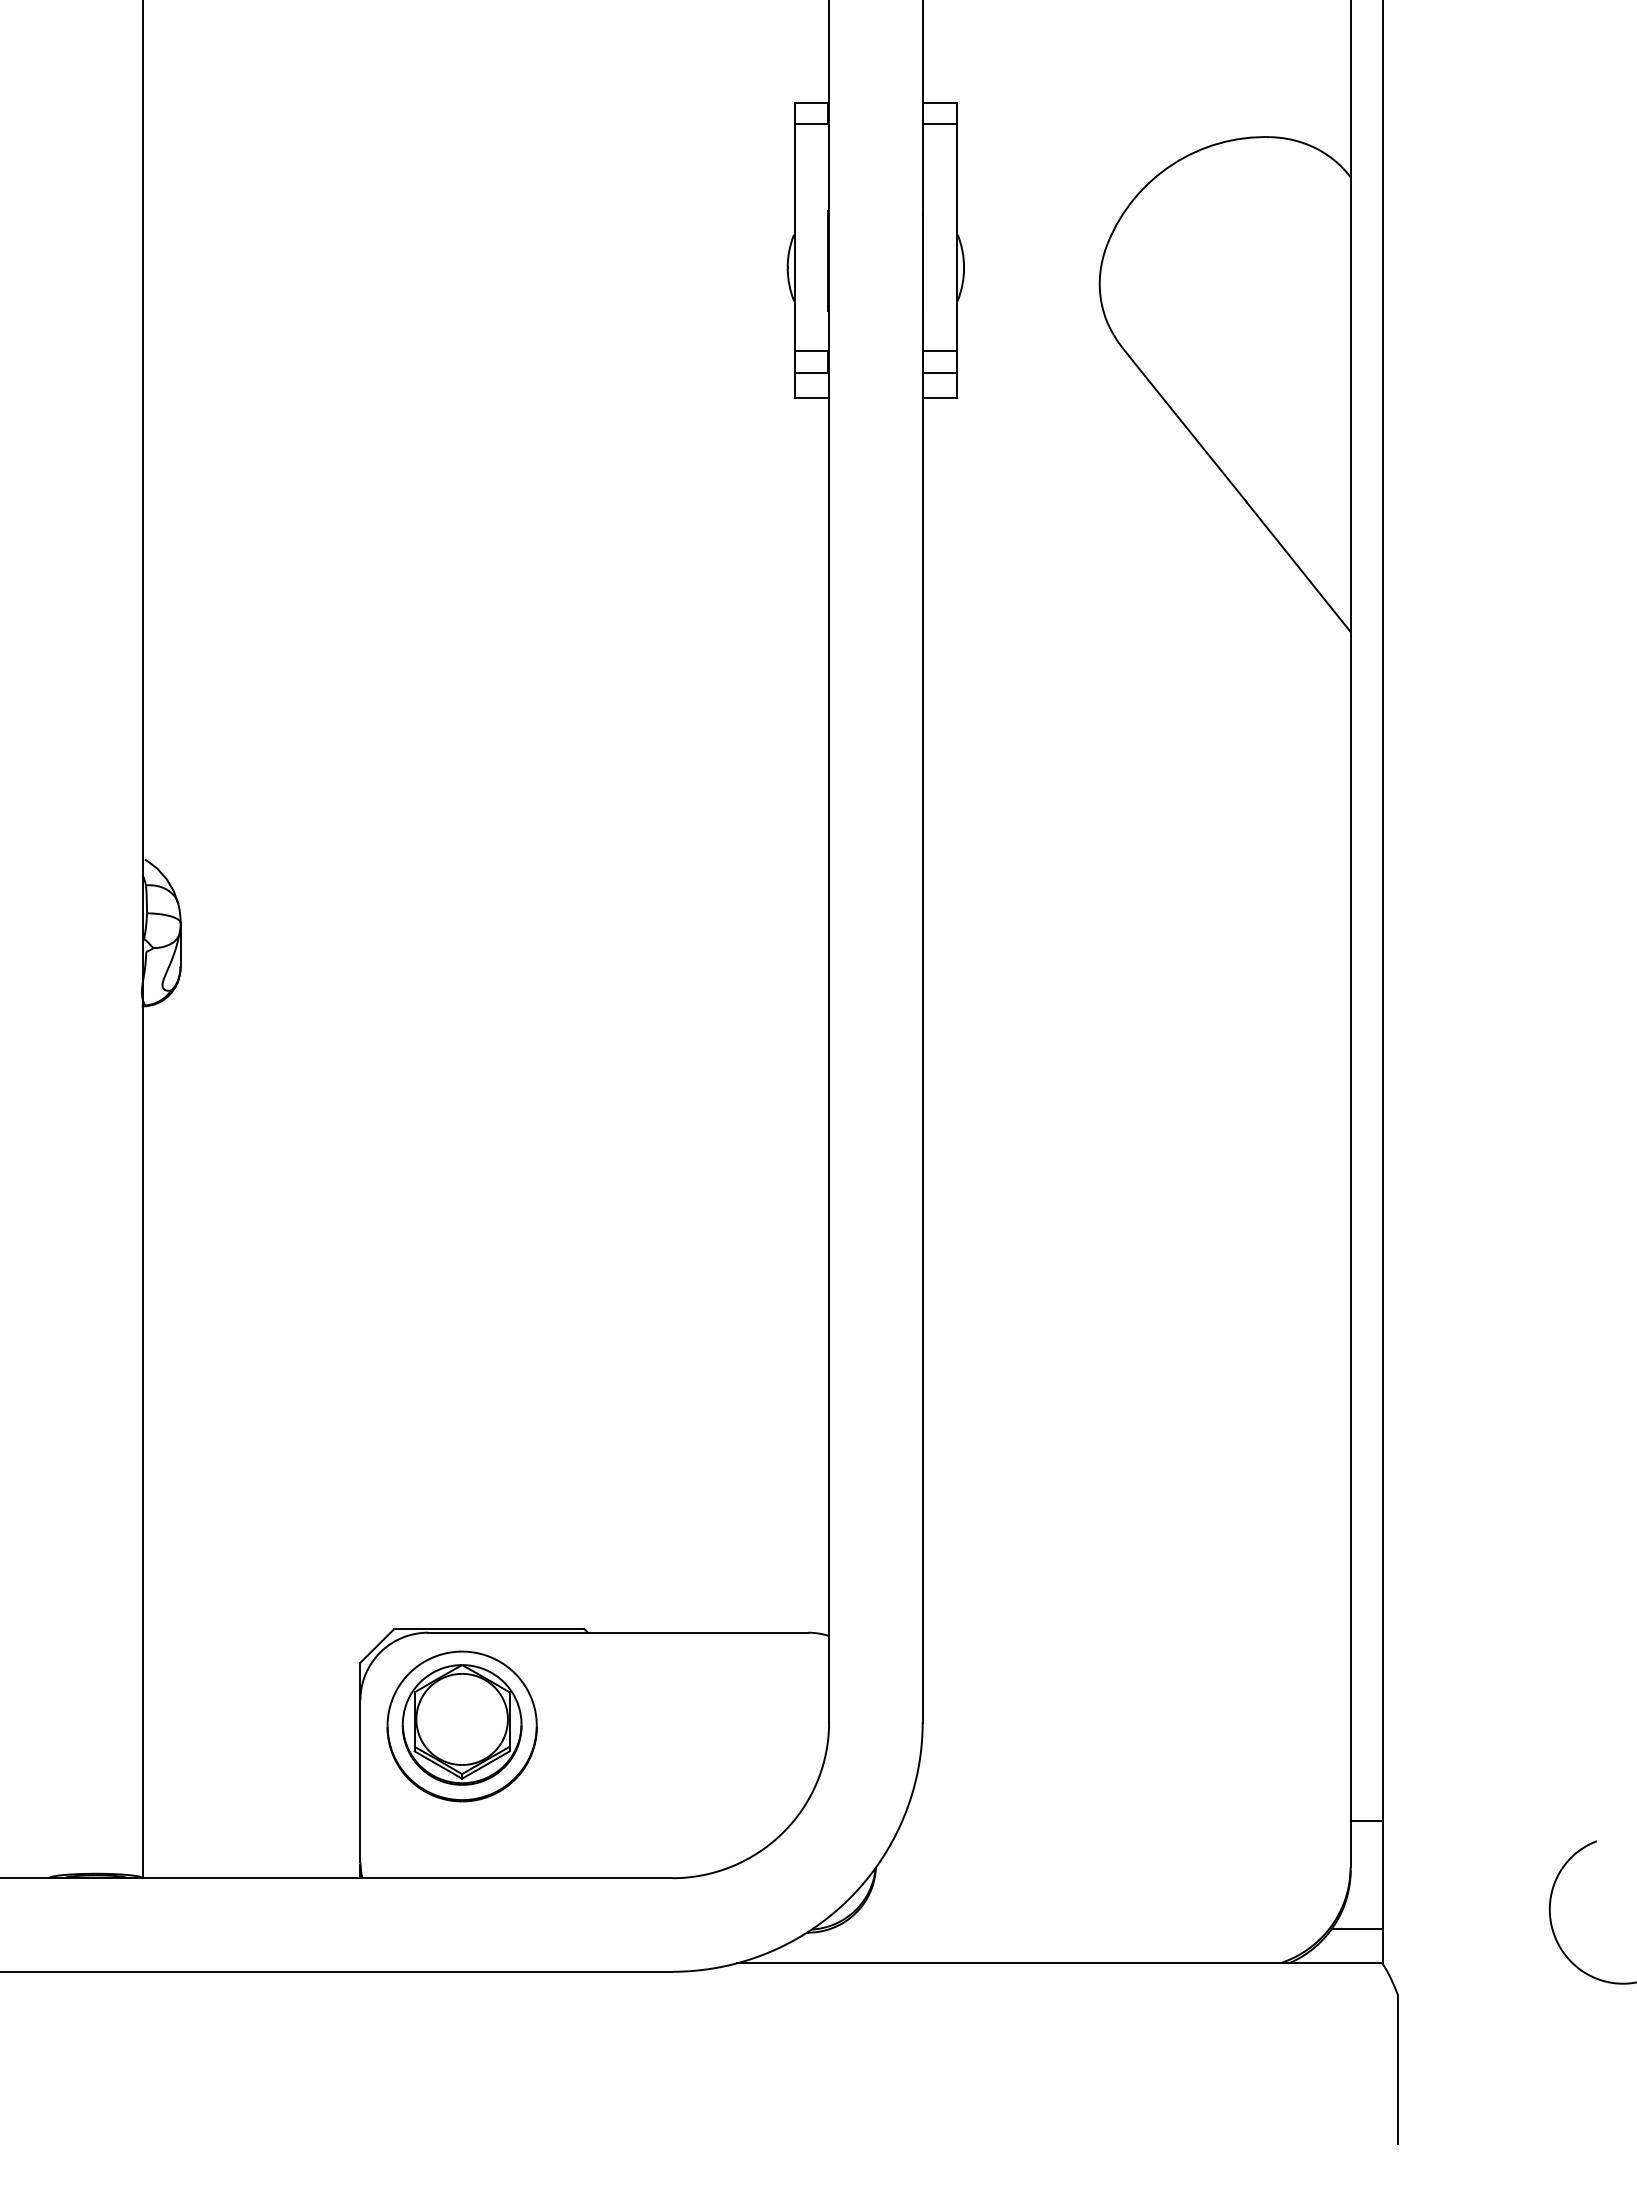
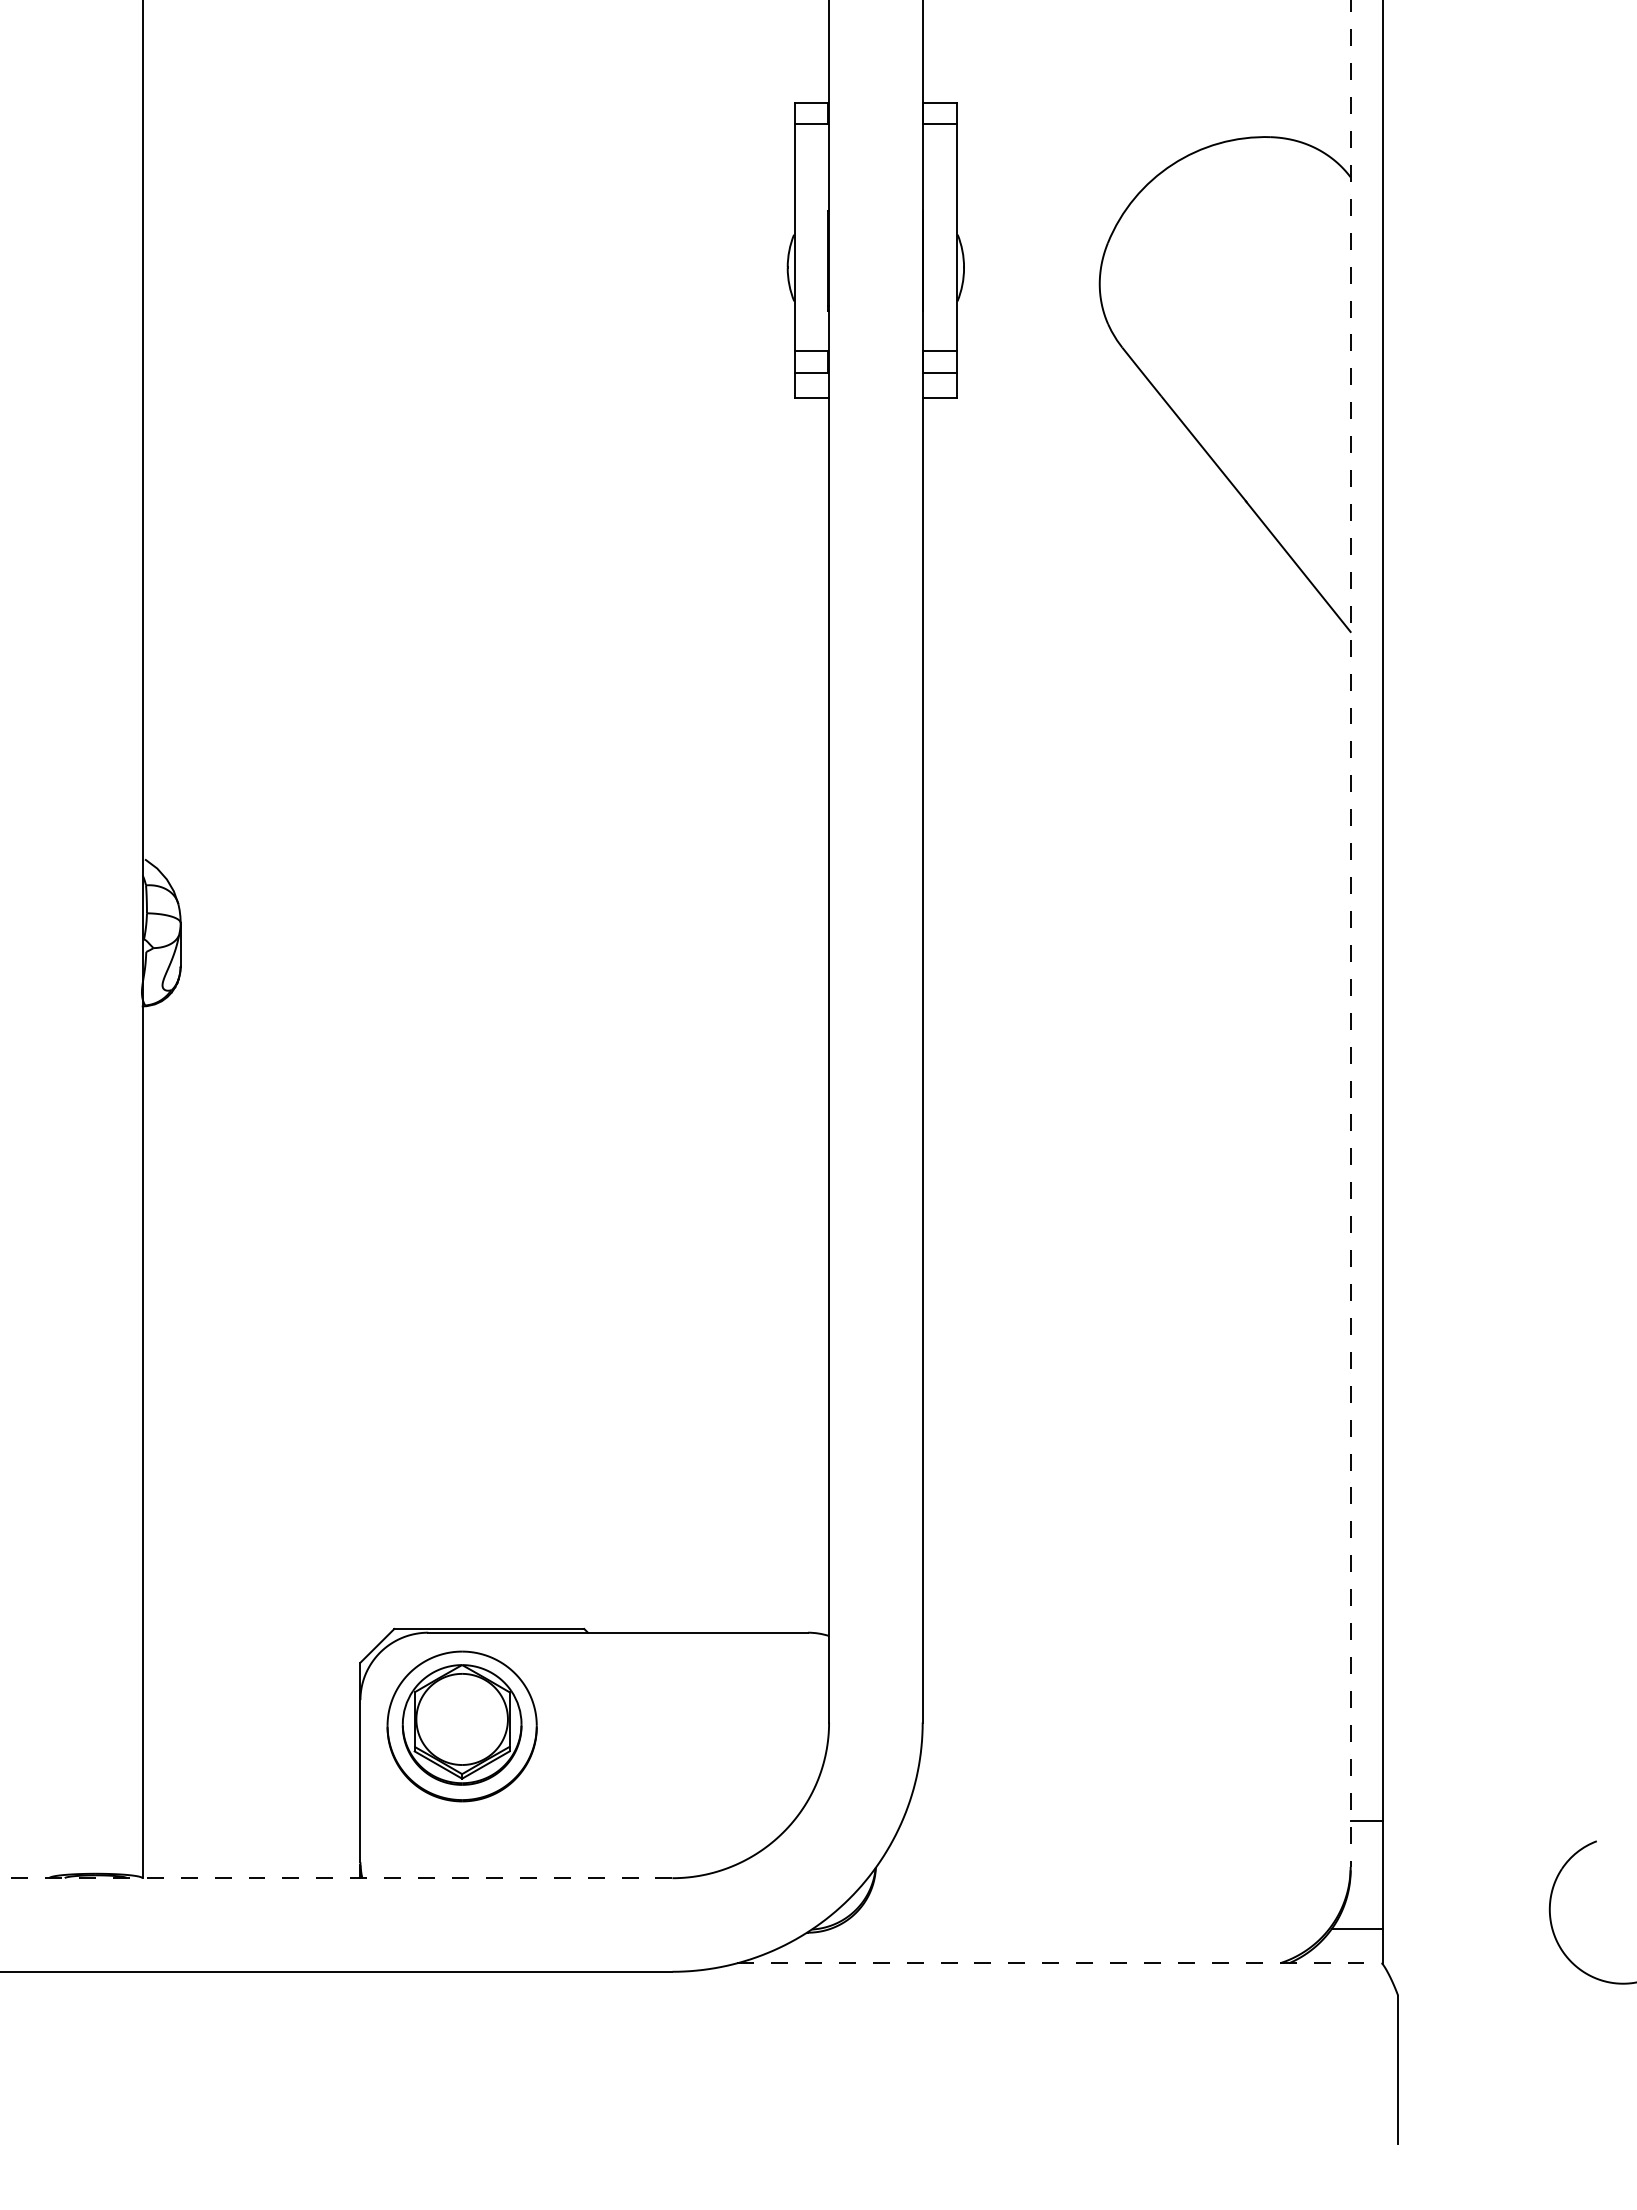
line at (1350, 933): solid -> dashed
line at (336, 1878): solid -> dashed
line at (1059, 1963): solid -> dashed
